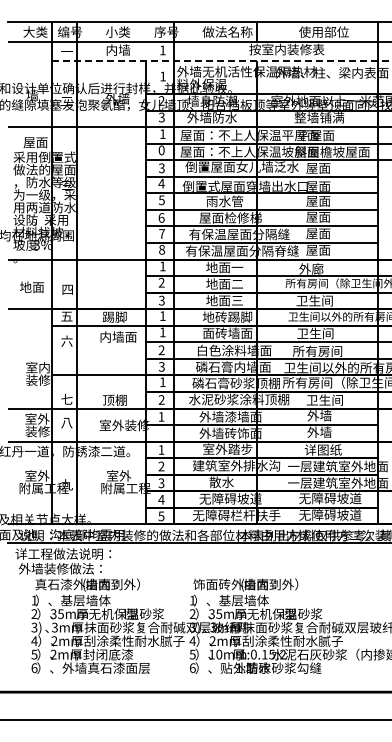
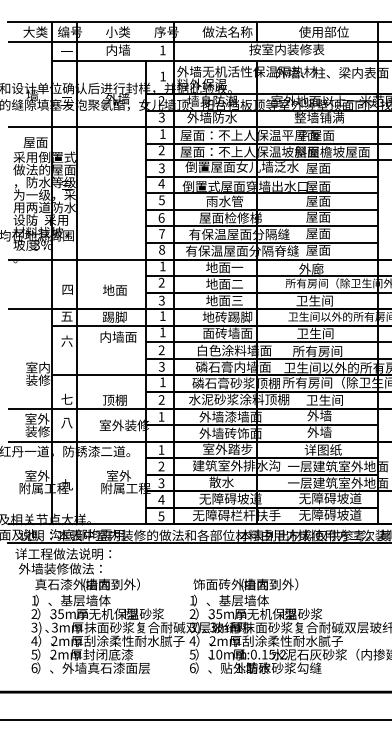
line at (222, 61): dashed -> solid
text at (161, 150): 0 -> 2
text at (31, 286) position: (31, 286) -> (114, 289)
